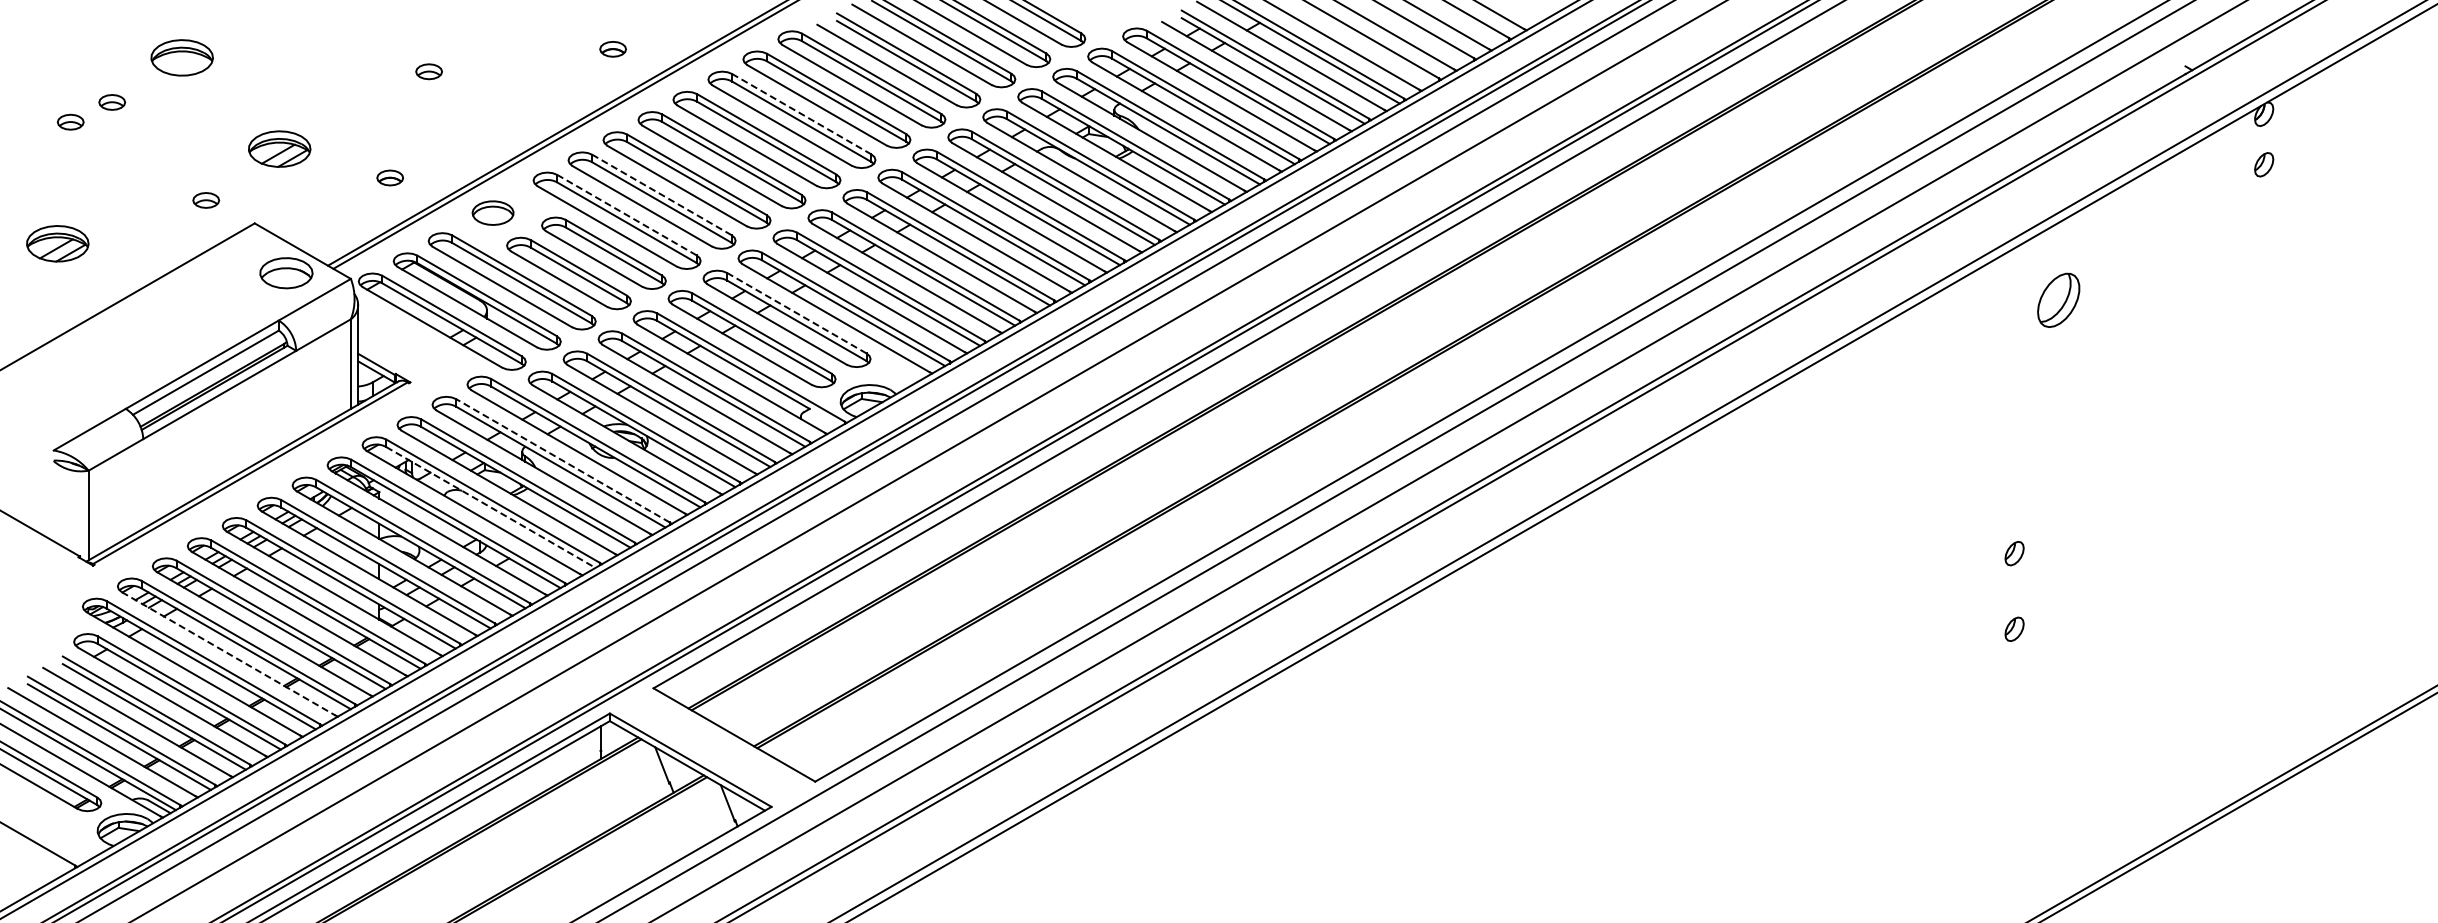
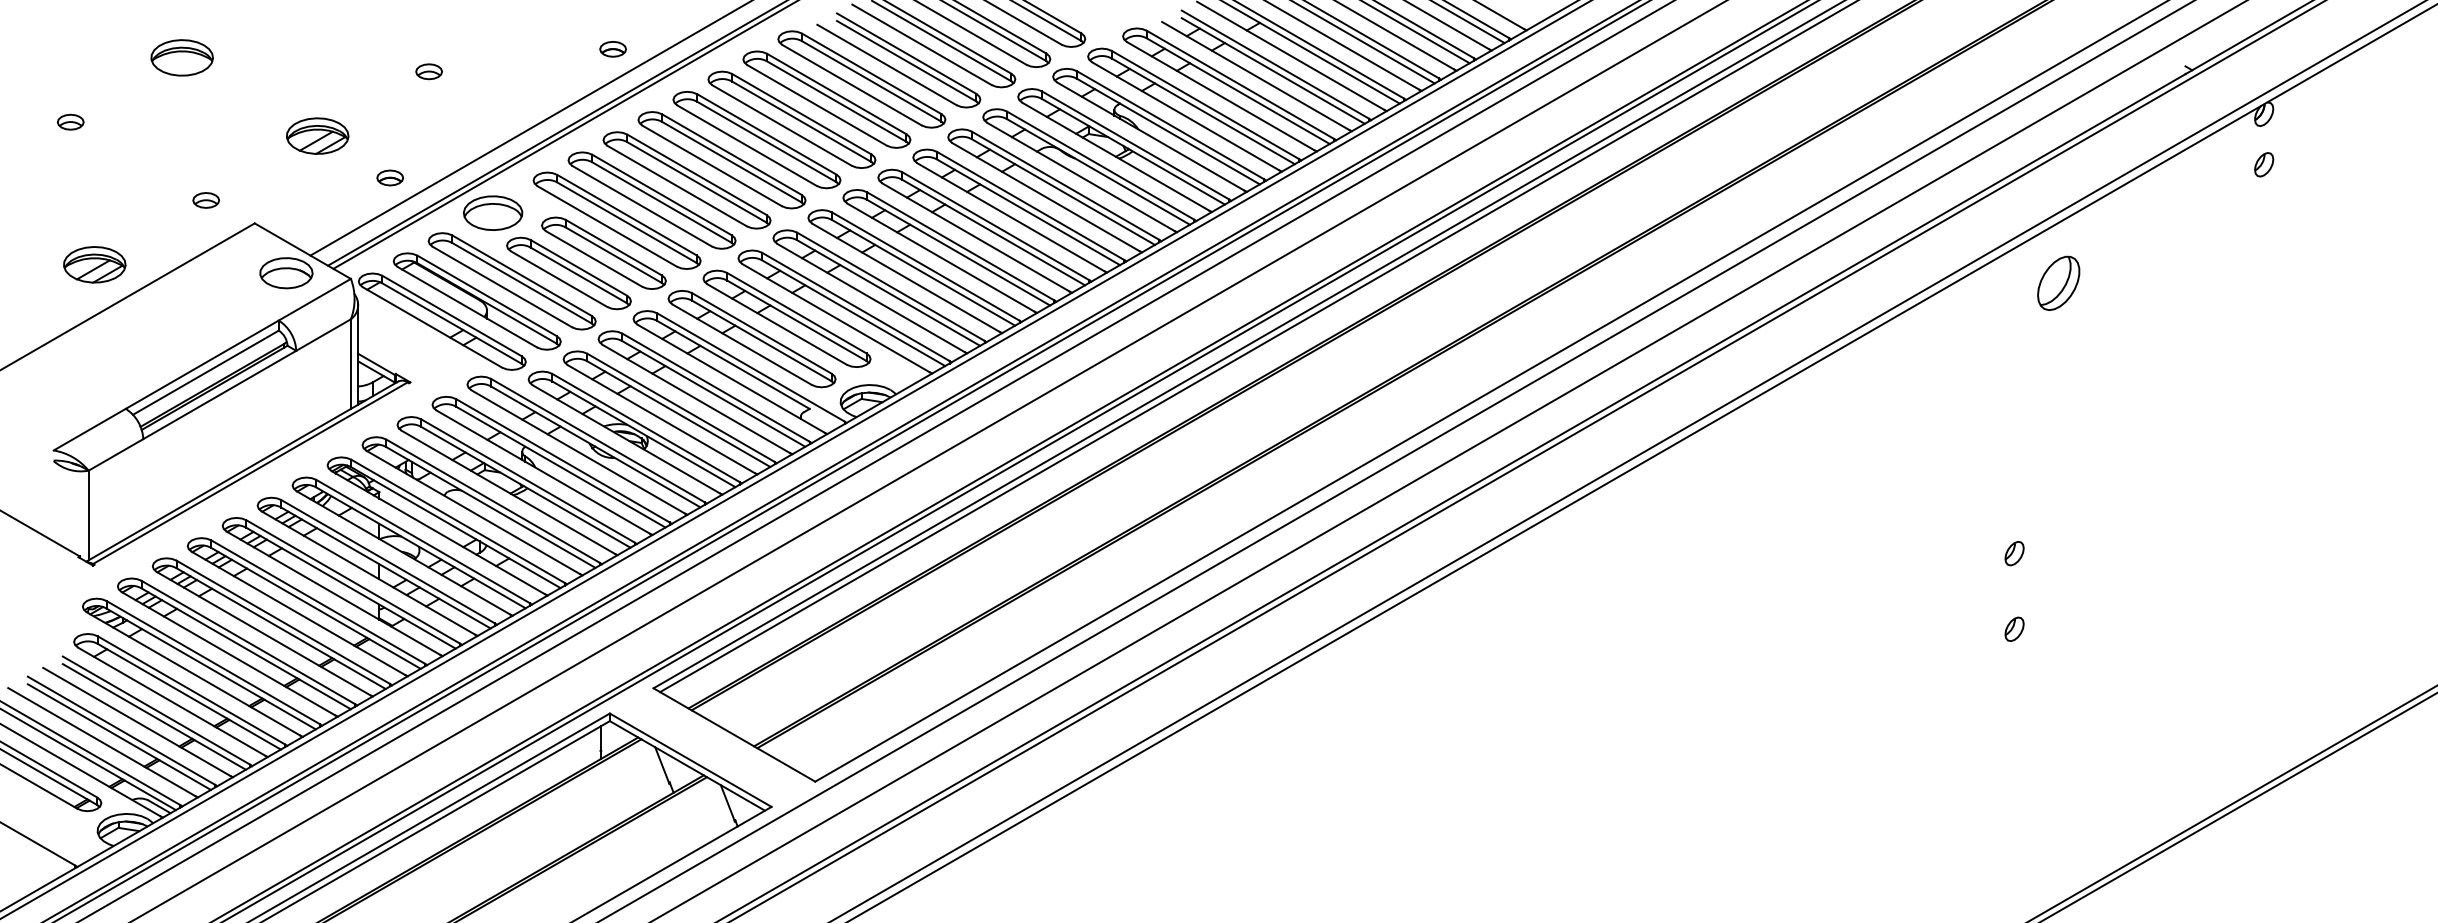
line at (1468, 22): none -> present
line at (1416, 32): none -> present
line at (1364, 42): none -> present
part at (112, 102): present -> none
line at (801, 113): dashed -> solid
line at (529, 128): none -> present
part at (279, 148) position: (279, 148) -> (317, 135)
line at (661, 194): dashed -> solid
part at (492, 212) size: 44x26 px -> 62x36 px
line at (626, 214): dashed -> solid
part at (57, 243) position: (57, 243) -> (94, 264)
part at (2058, 299) position: (2058, 299) -> (2058, 282)
line at (796, 312): dashed -> solid
line at (1257, 347): none -> present
line at (562, 460): dashed -> solid
line at (490, 507): dashed -> solid
line at (229, 654): dashed -> solid
